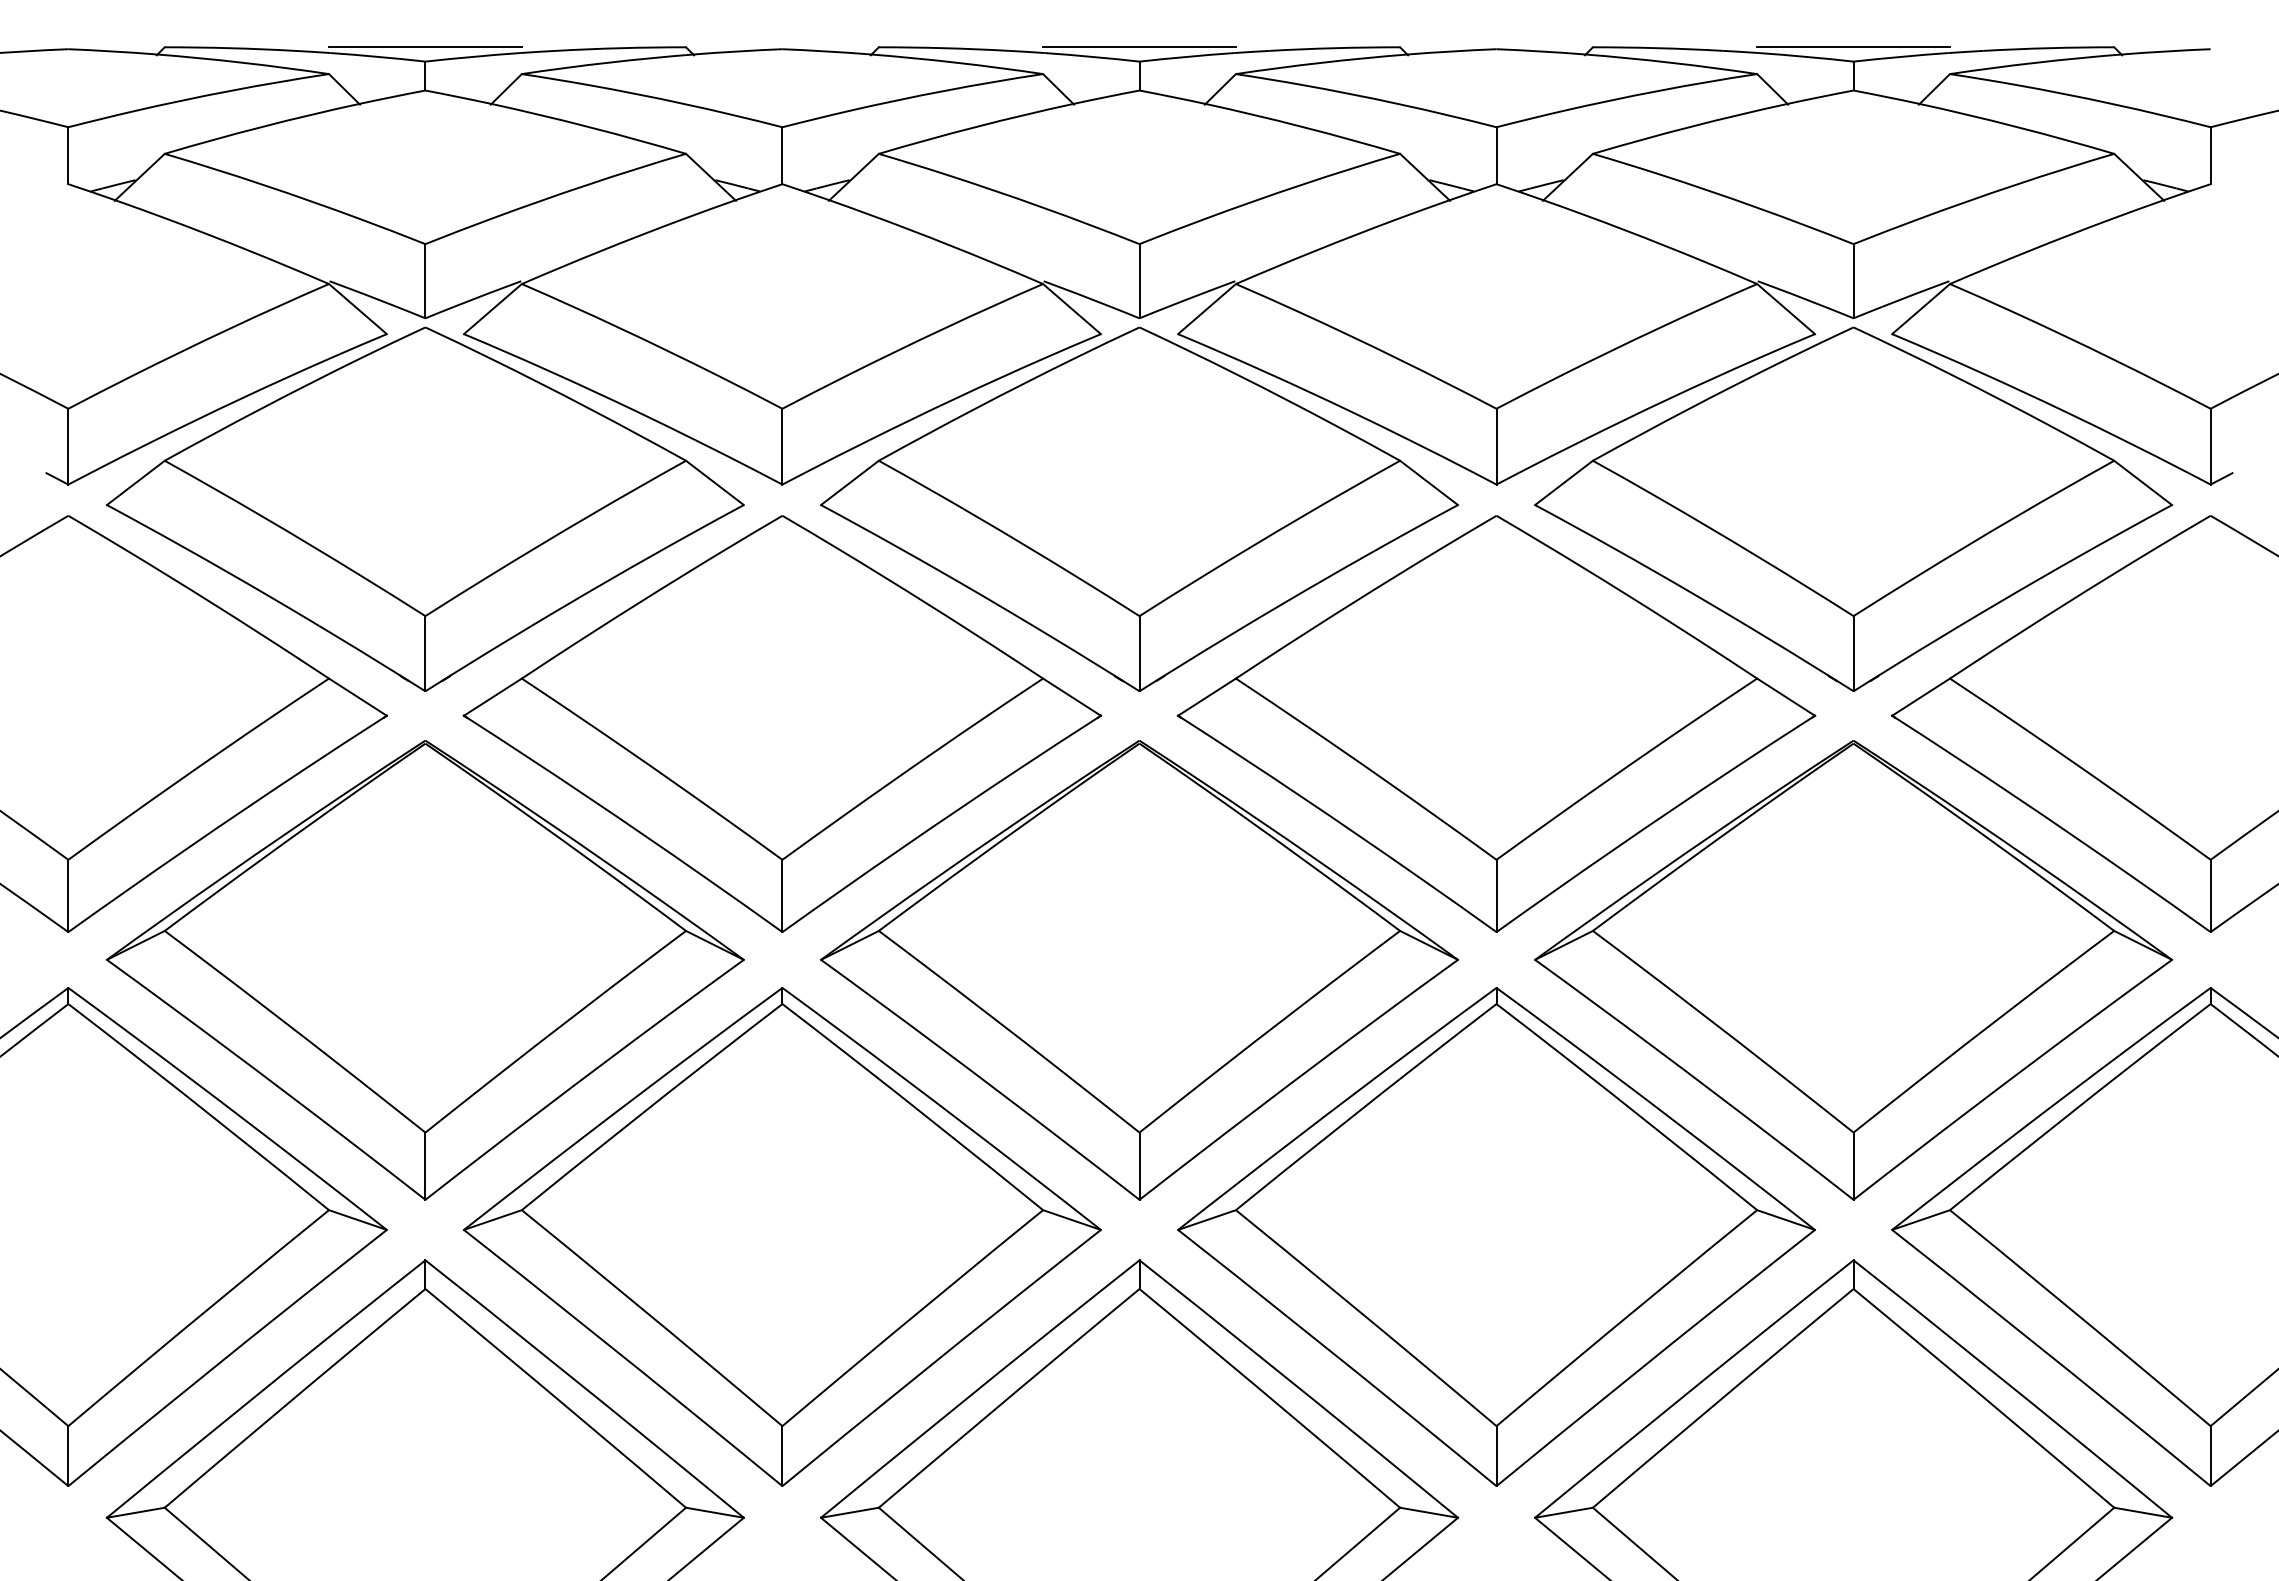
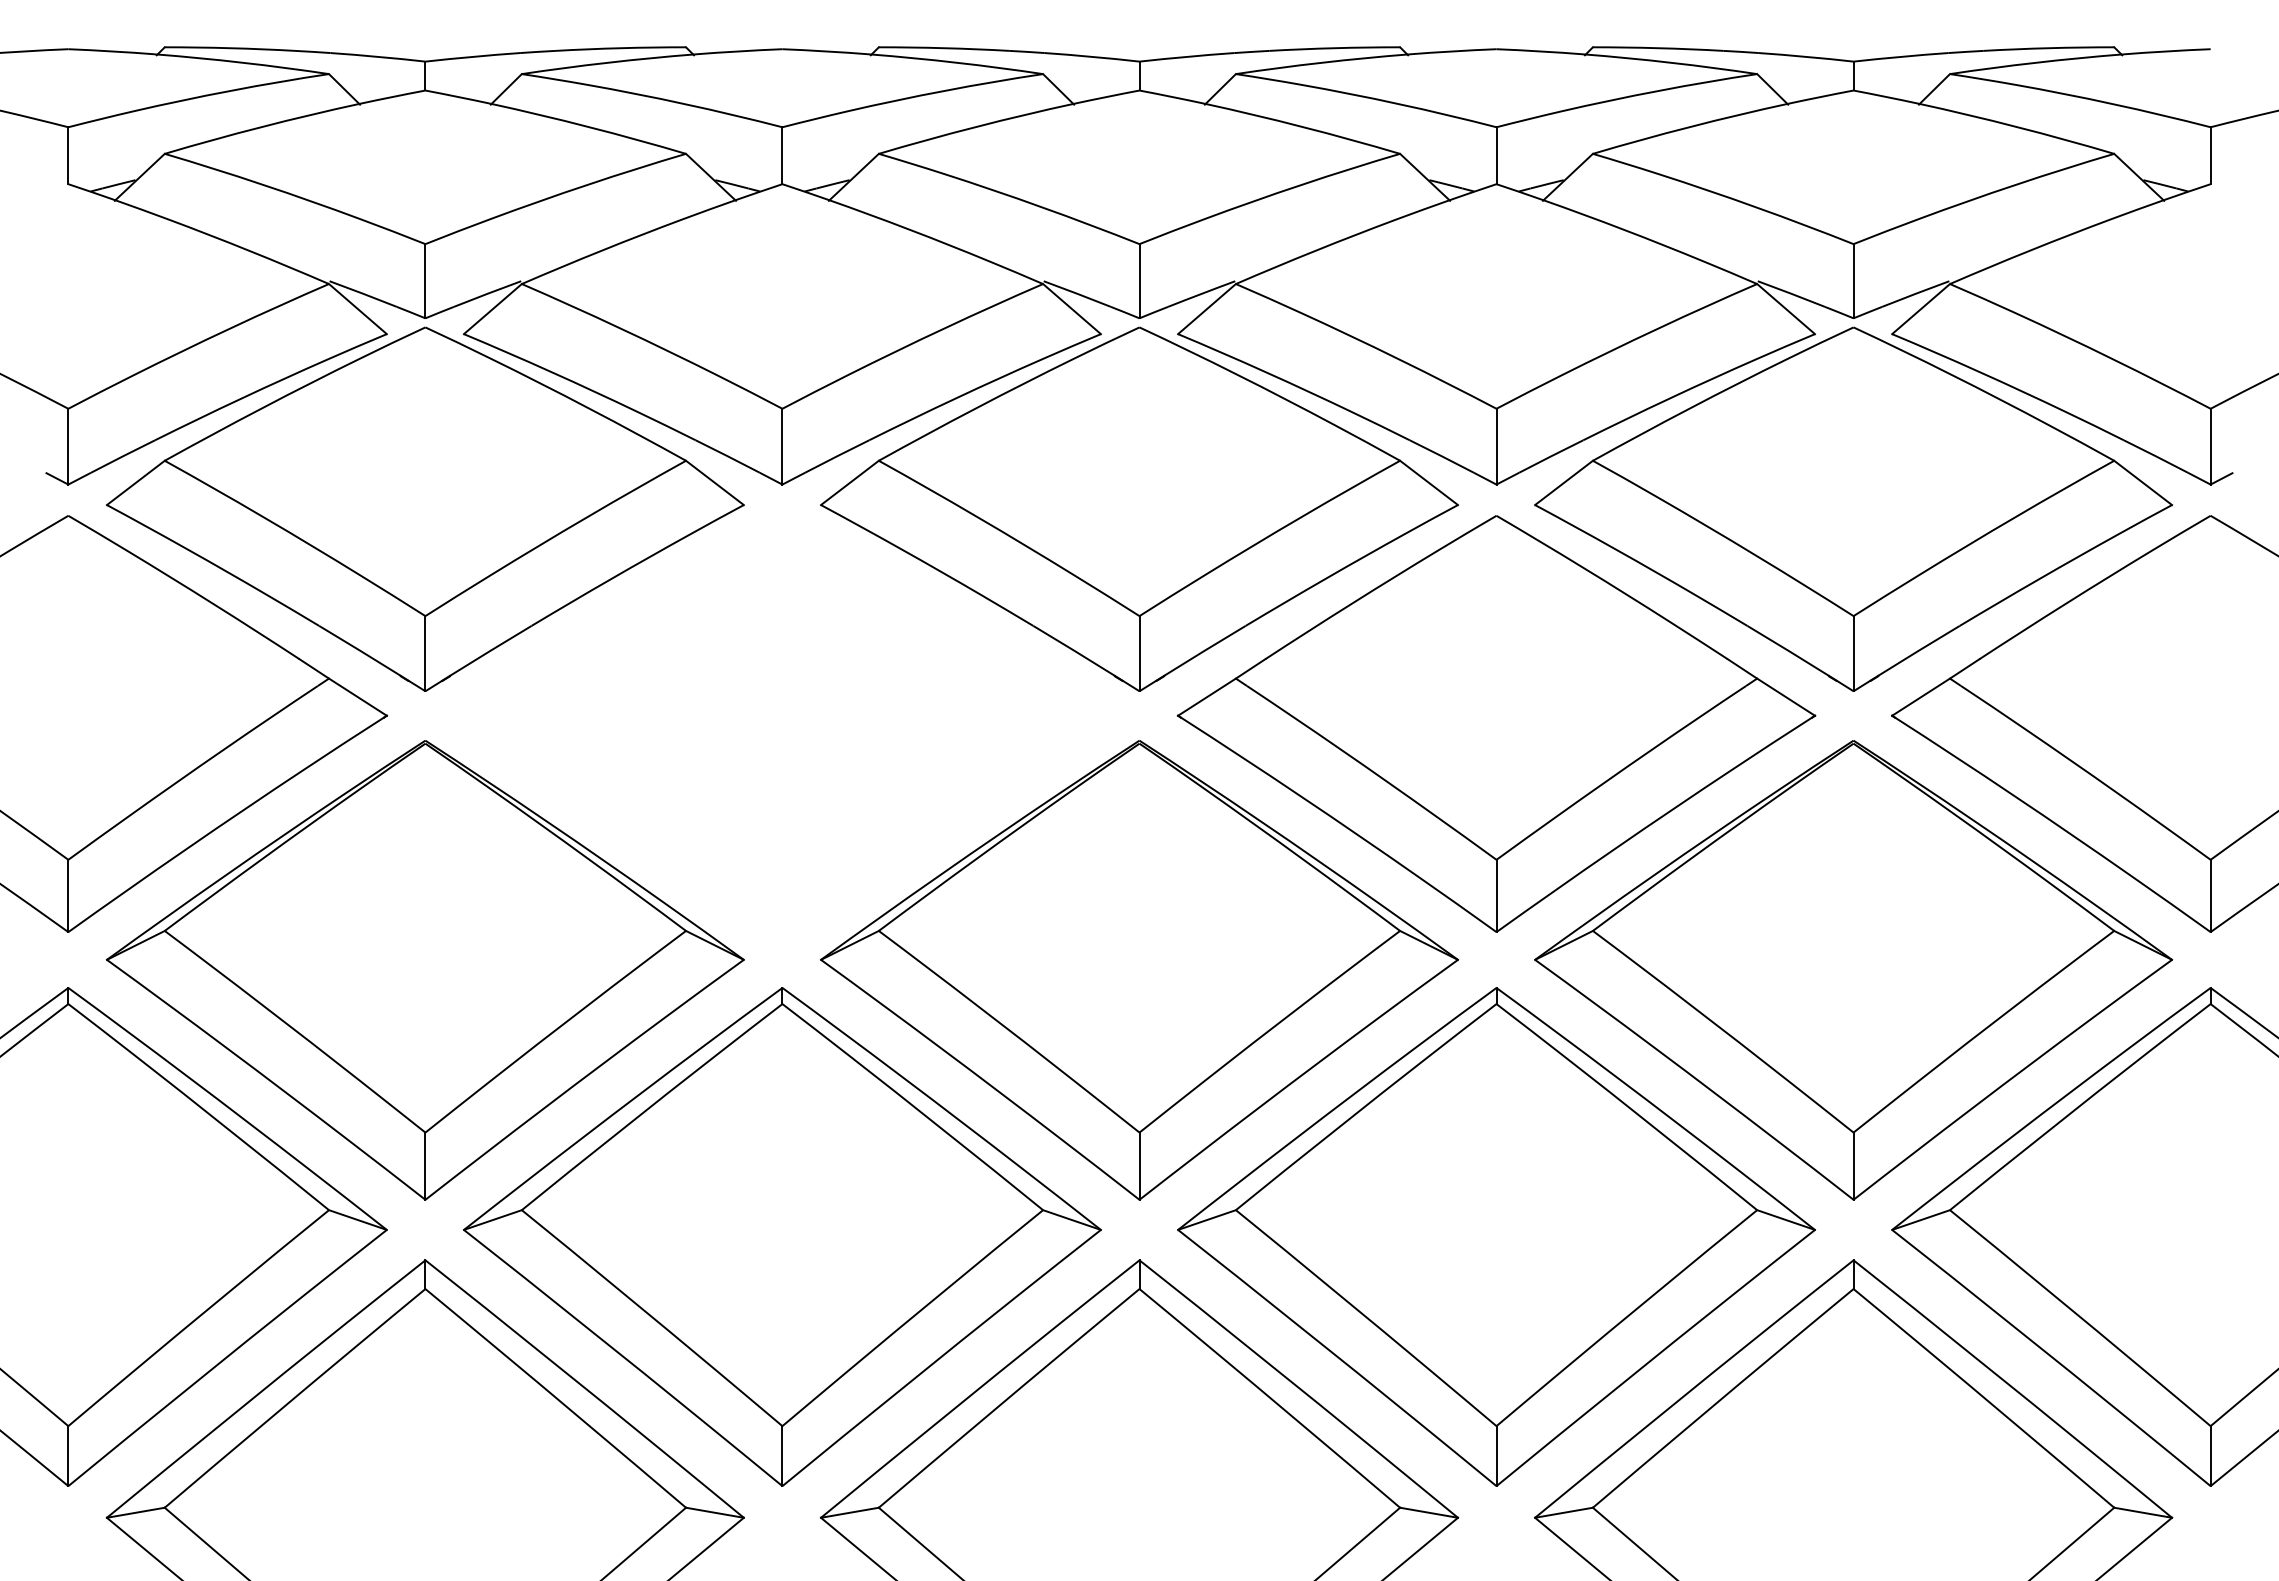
line at (425, 47): present -> none
line at (1139, 47): present -> none
line at (1853, 47): present -> none
part at (782, 723): present -> none
